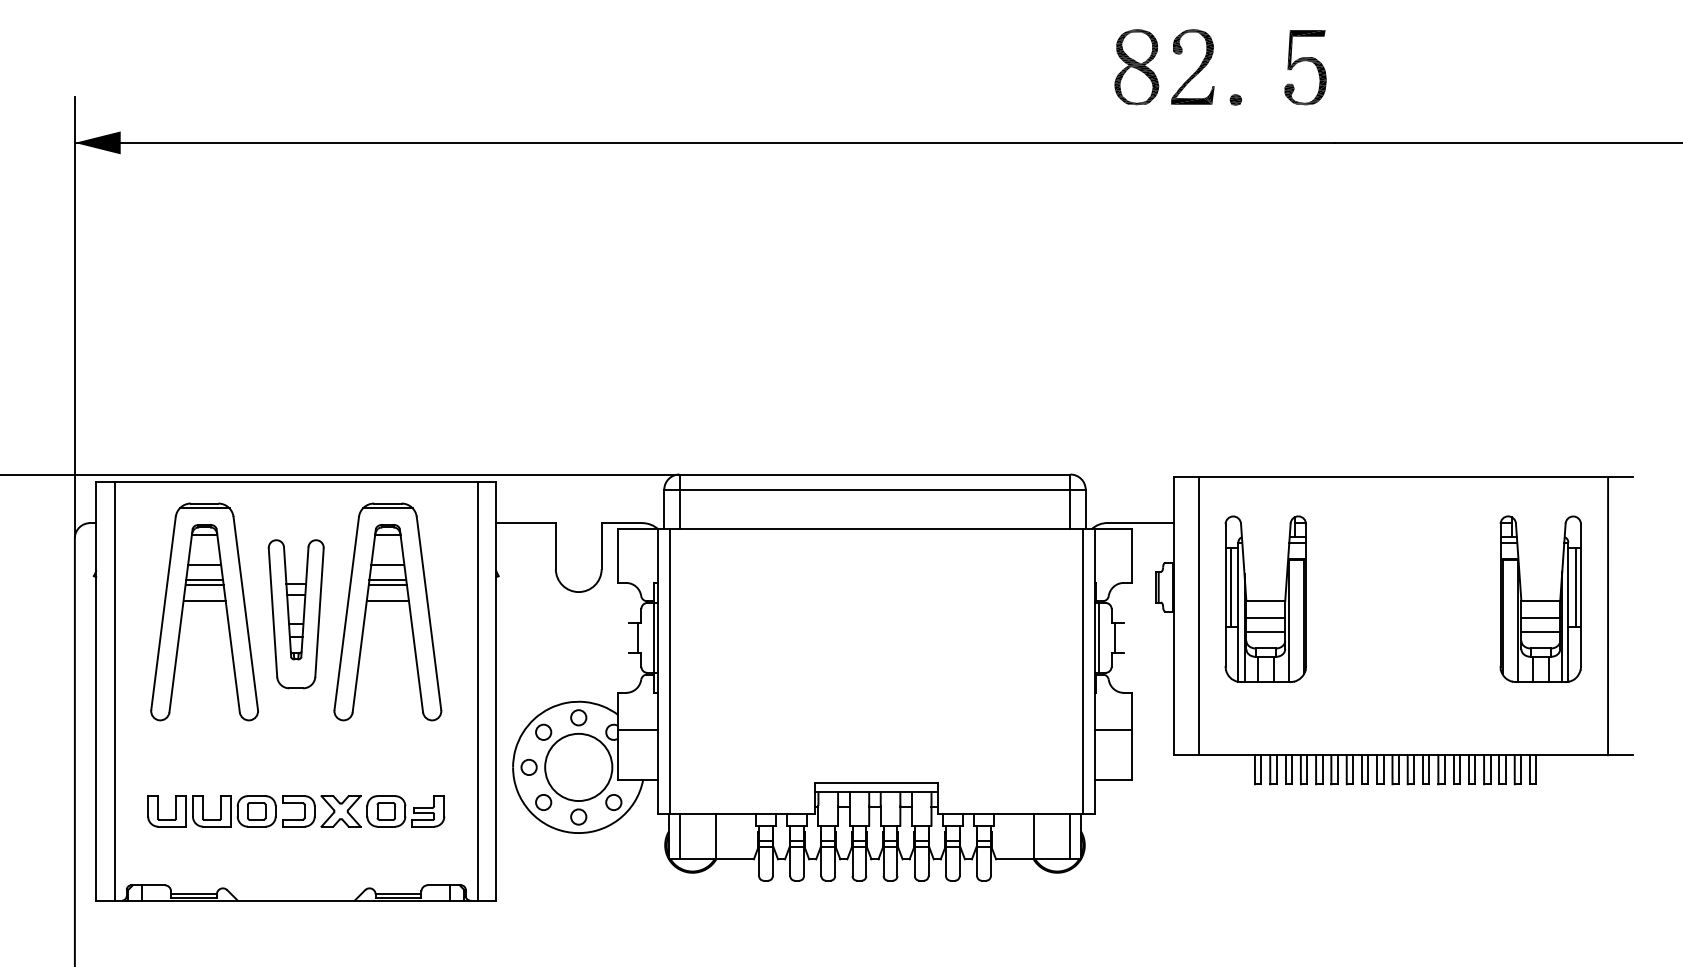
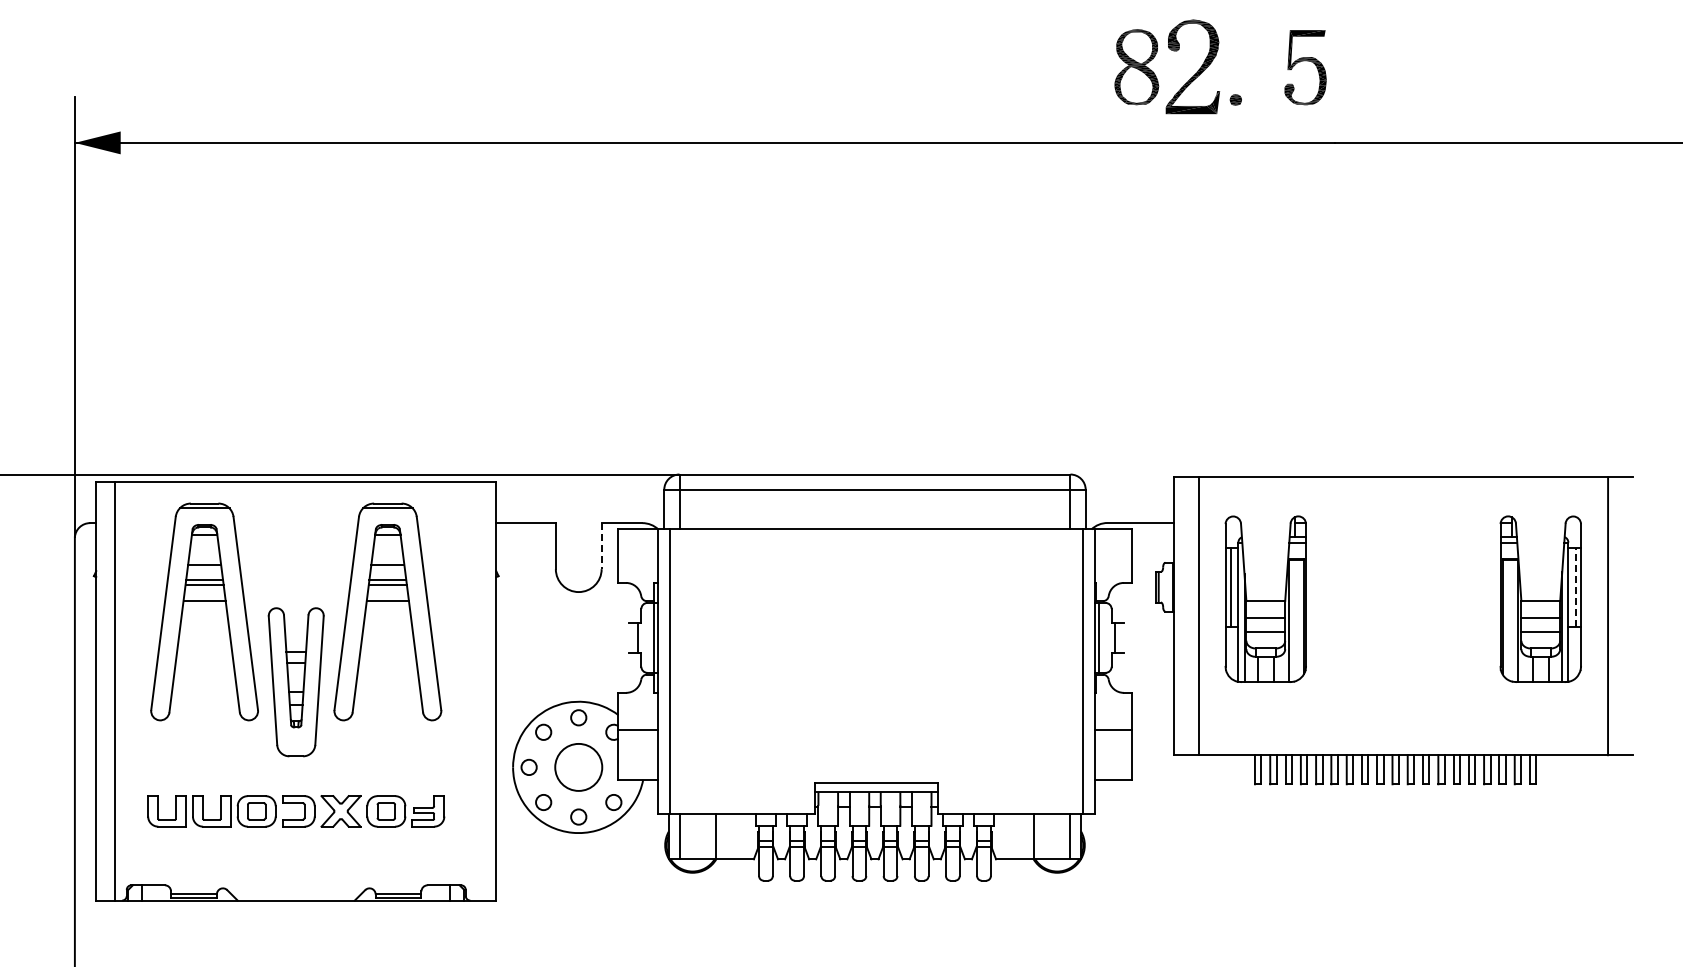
part at (1192, 66) size: 44x76 px -> 56x96 px
line at (601, 546): solid -> dashed
line at (1576, 587): solid -> dashed
part at (295, 614) position: (295, 614) -> (295, 682)
line at (477, 691): present -> none
circle at (578, 767) diameter: 67 px -> 47 px
